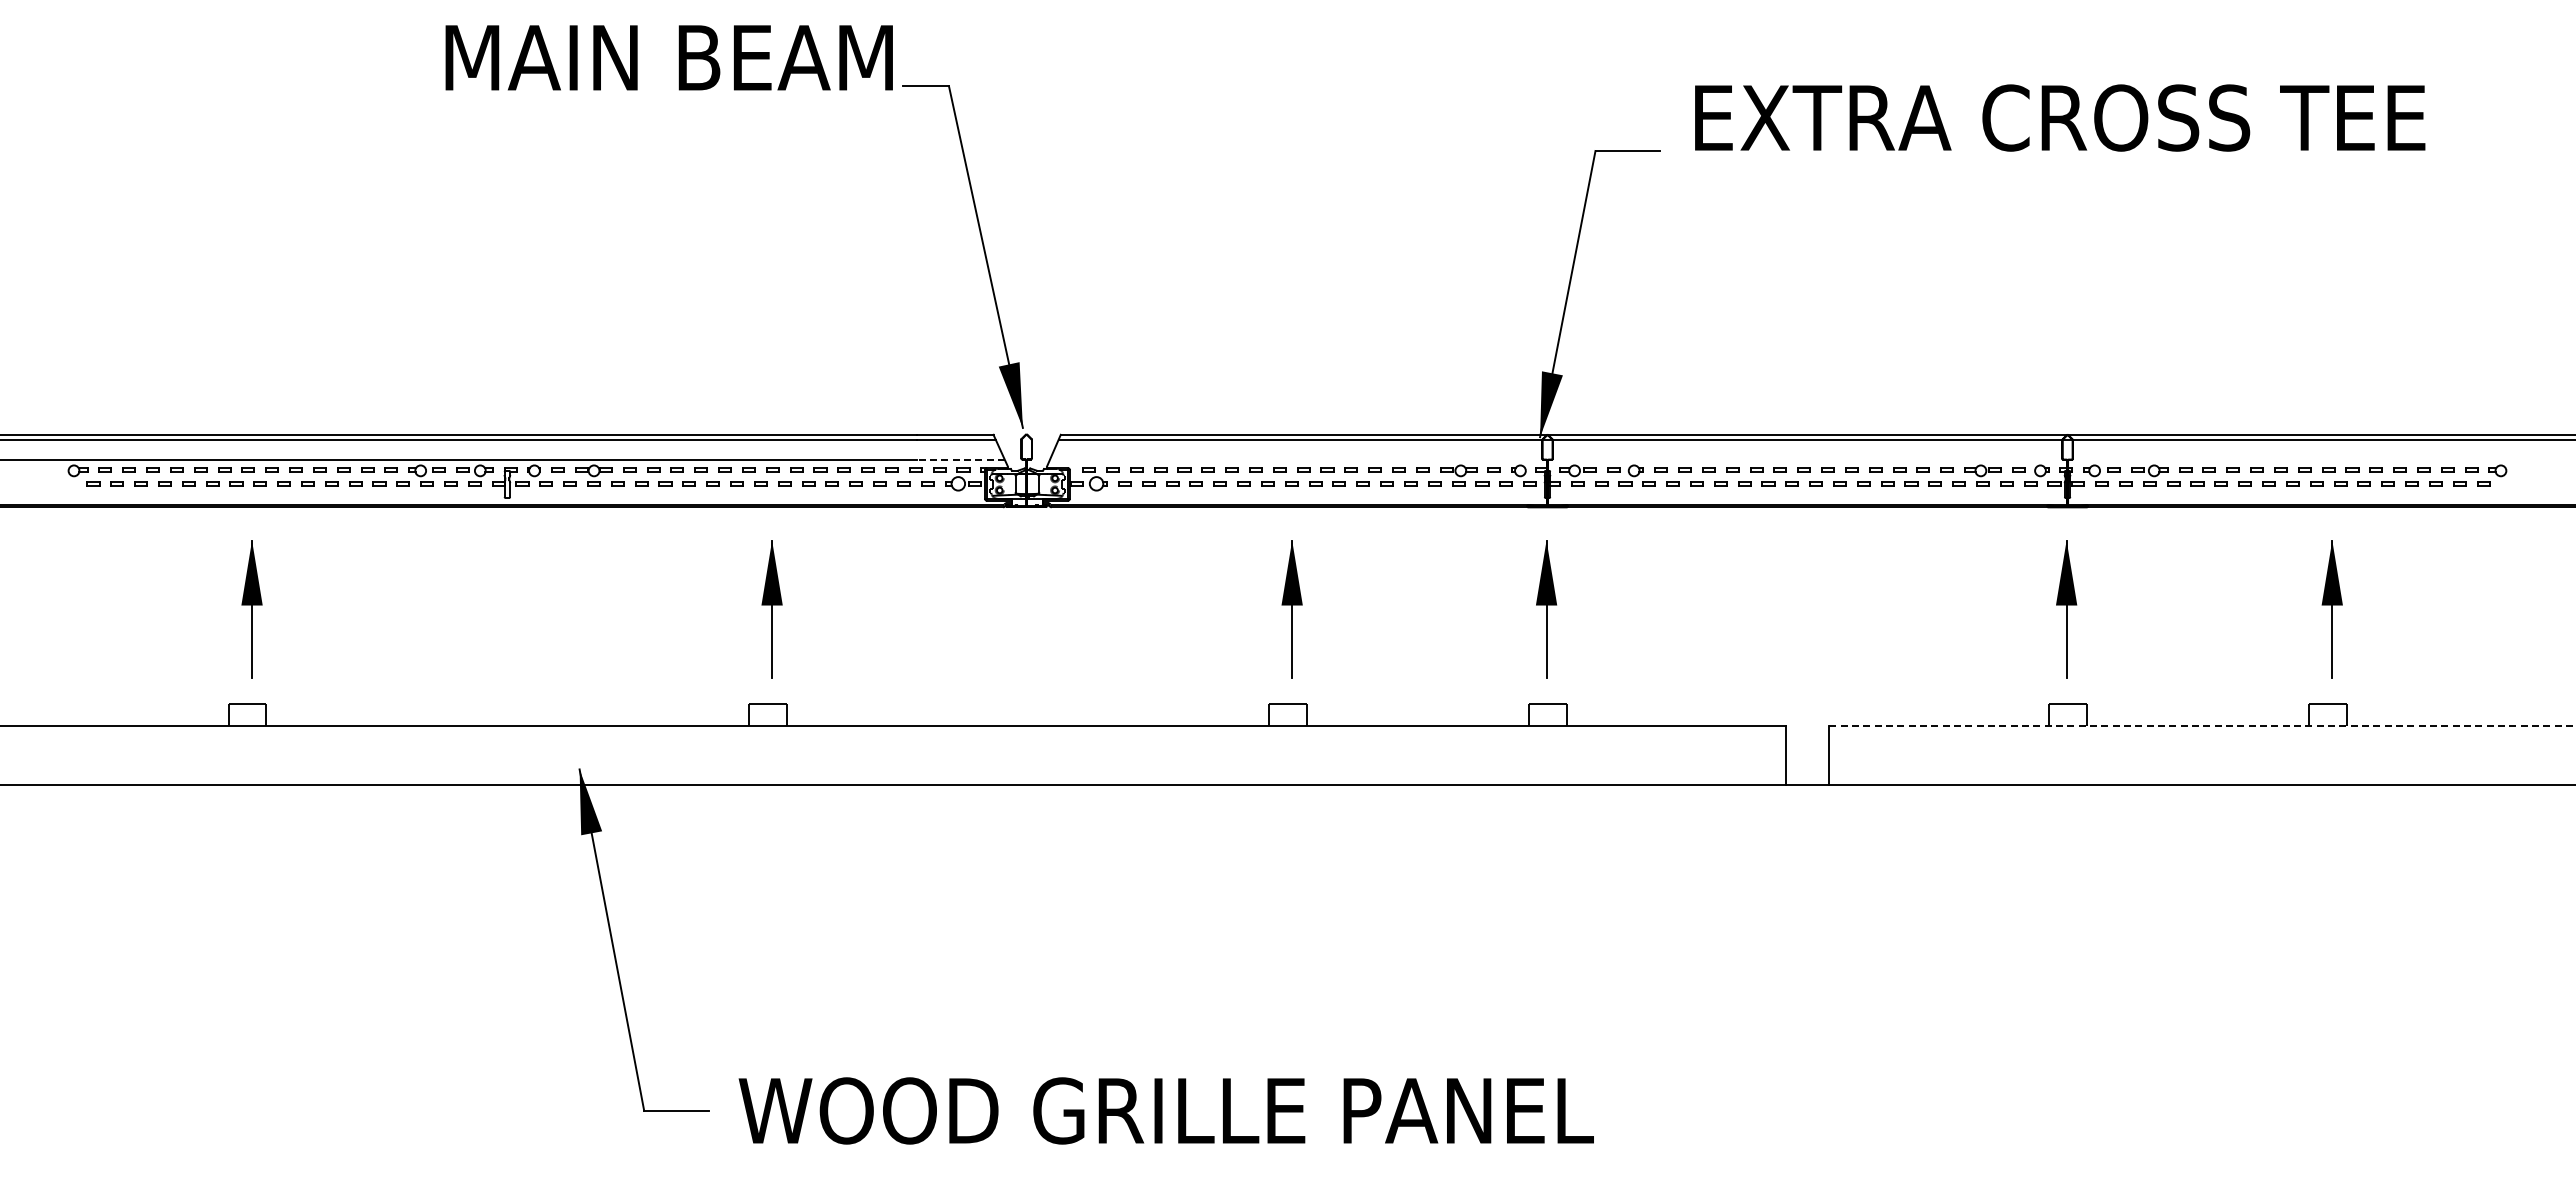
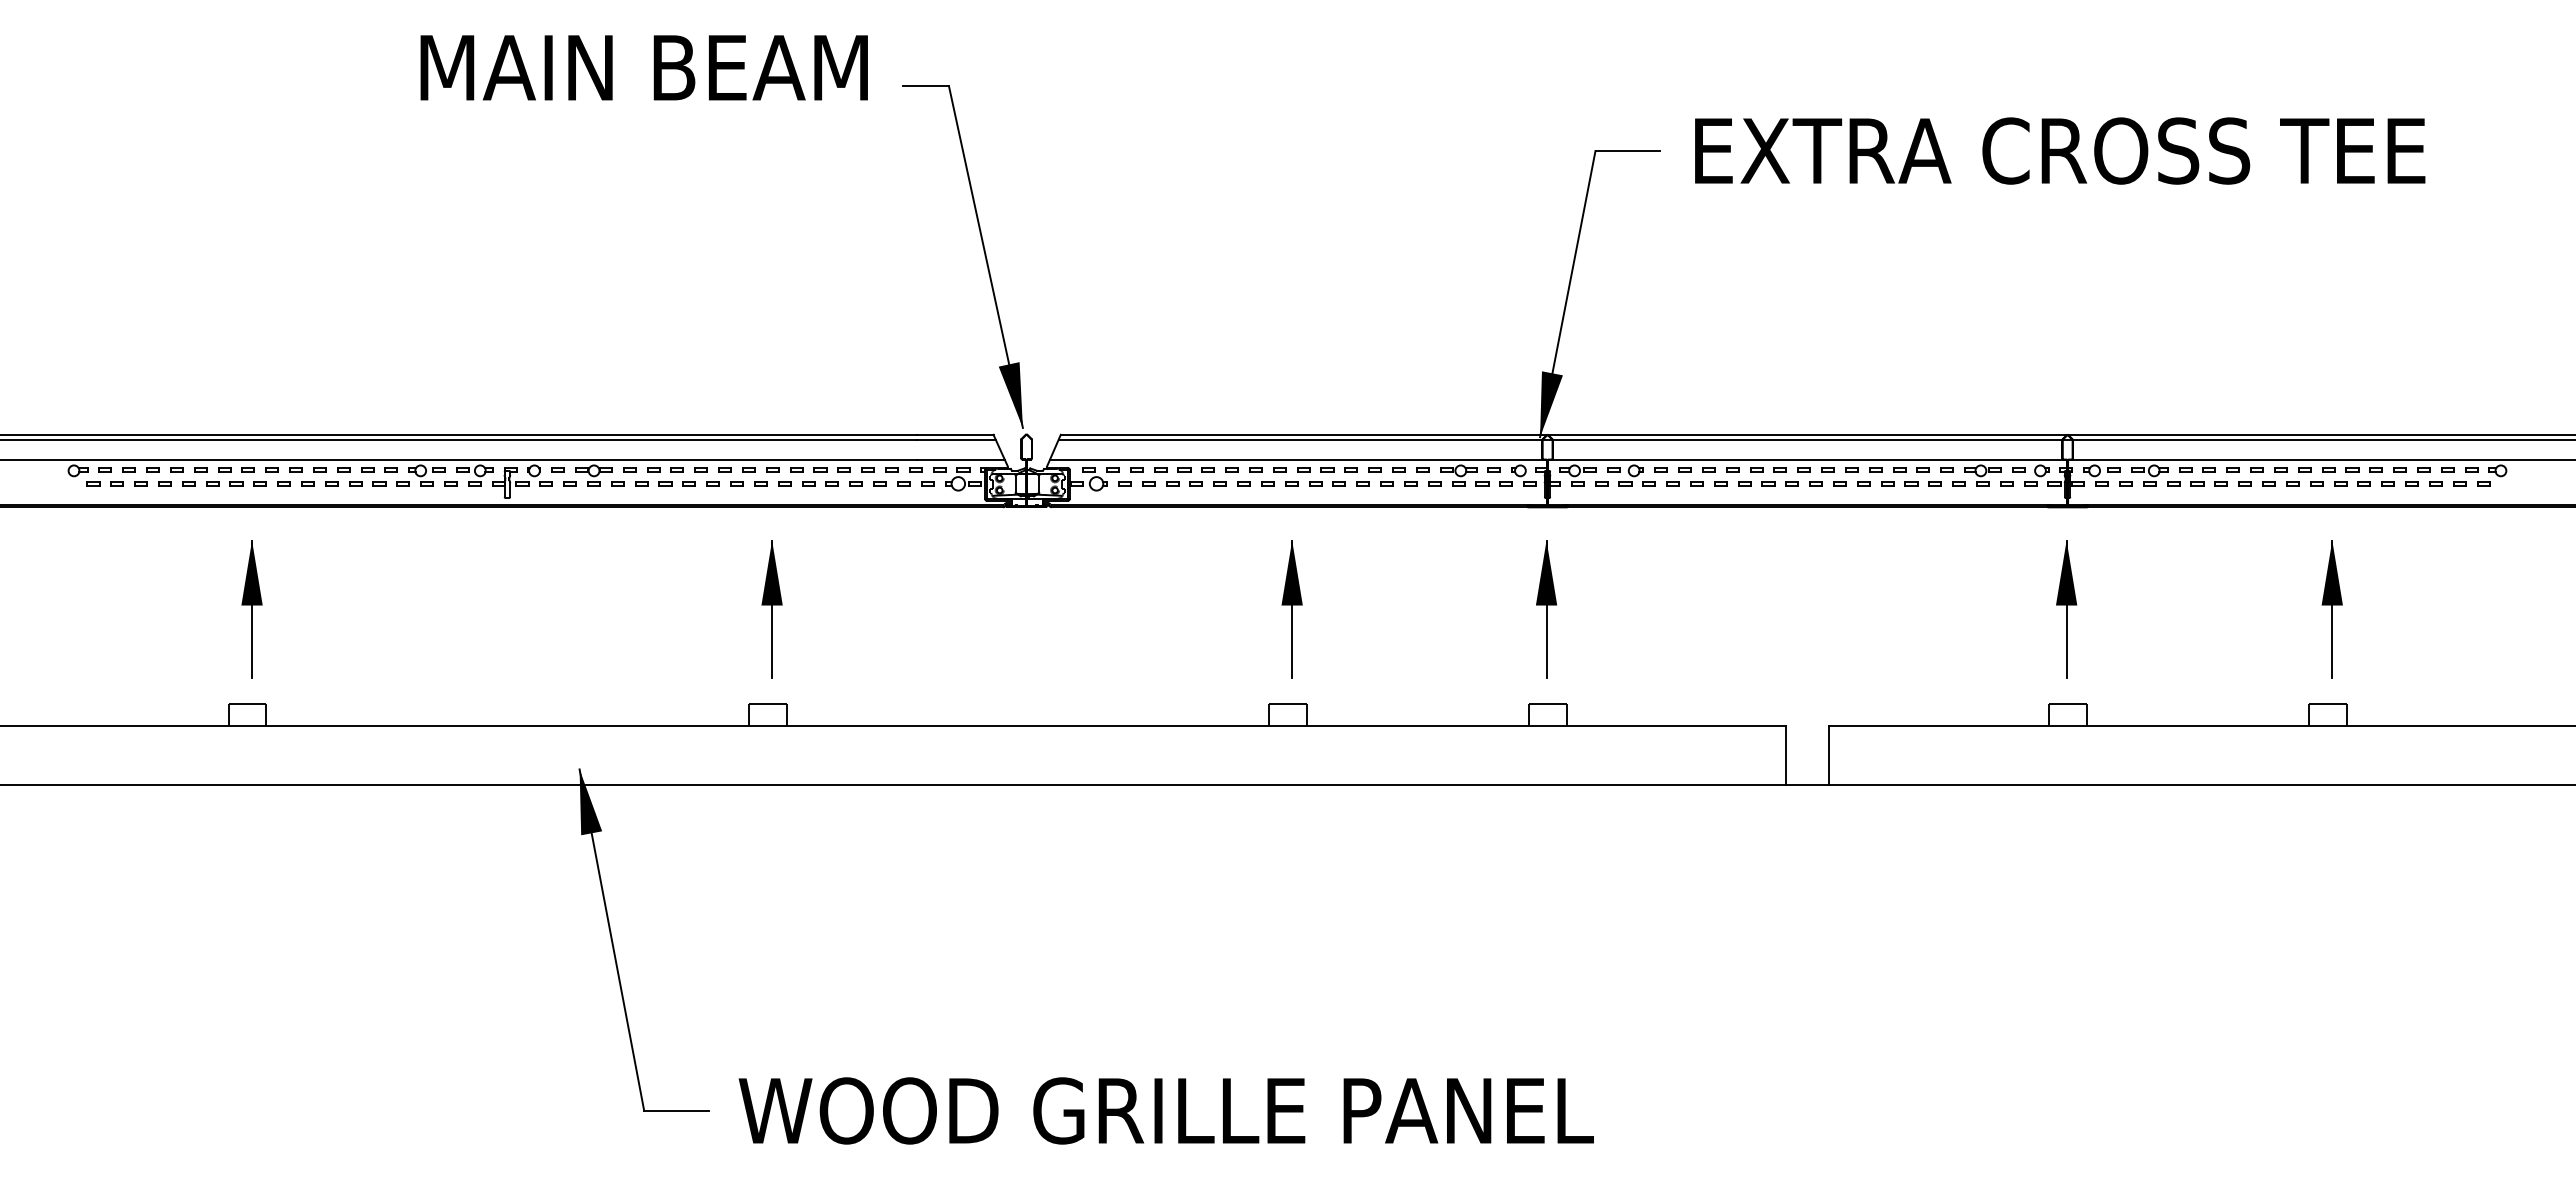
text at (668, 57) position: (668, 57) -> (643, 67)
text at (2060, 117) position: (2060, 117) -> (2060, 150)
line at (961, 459): dashed -> solid
line at (1811, 459): none -> present
line at (2202, 725): dashed -> solid
